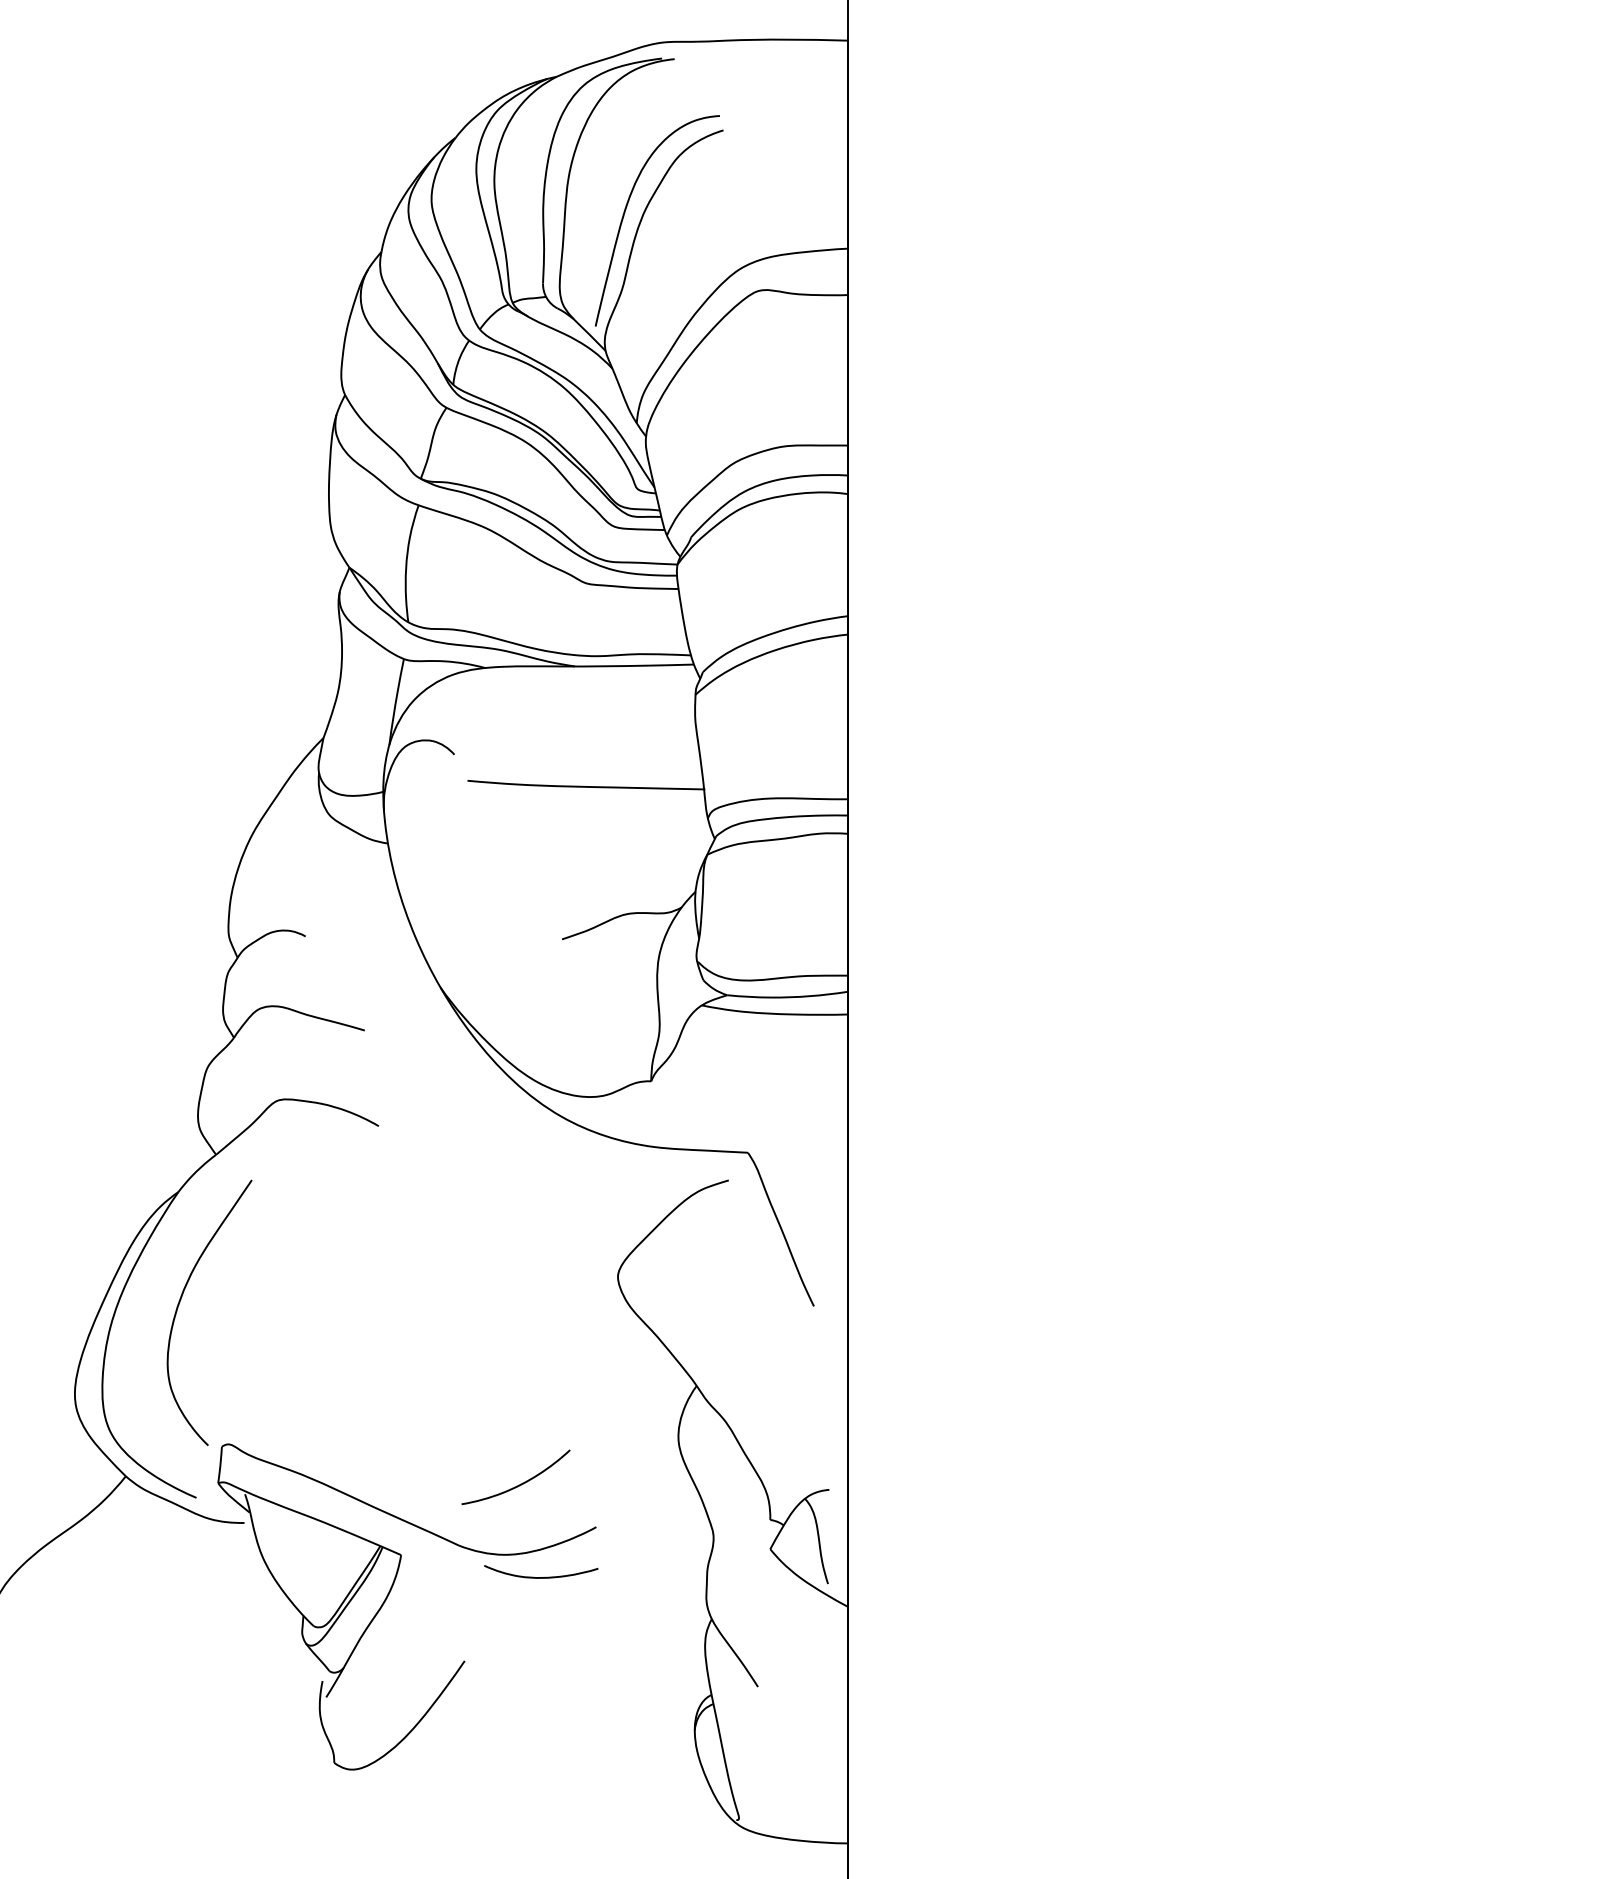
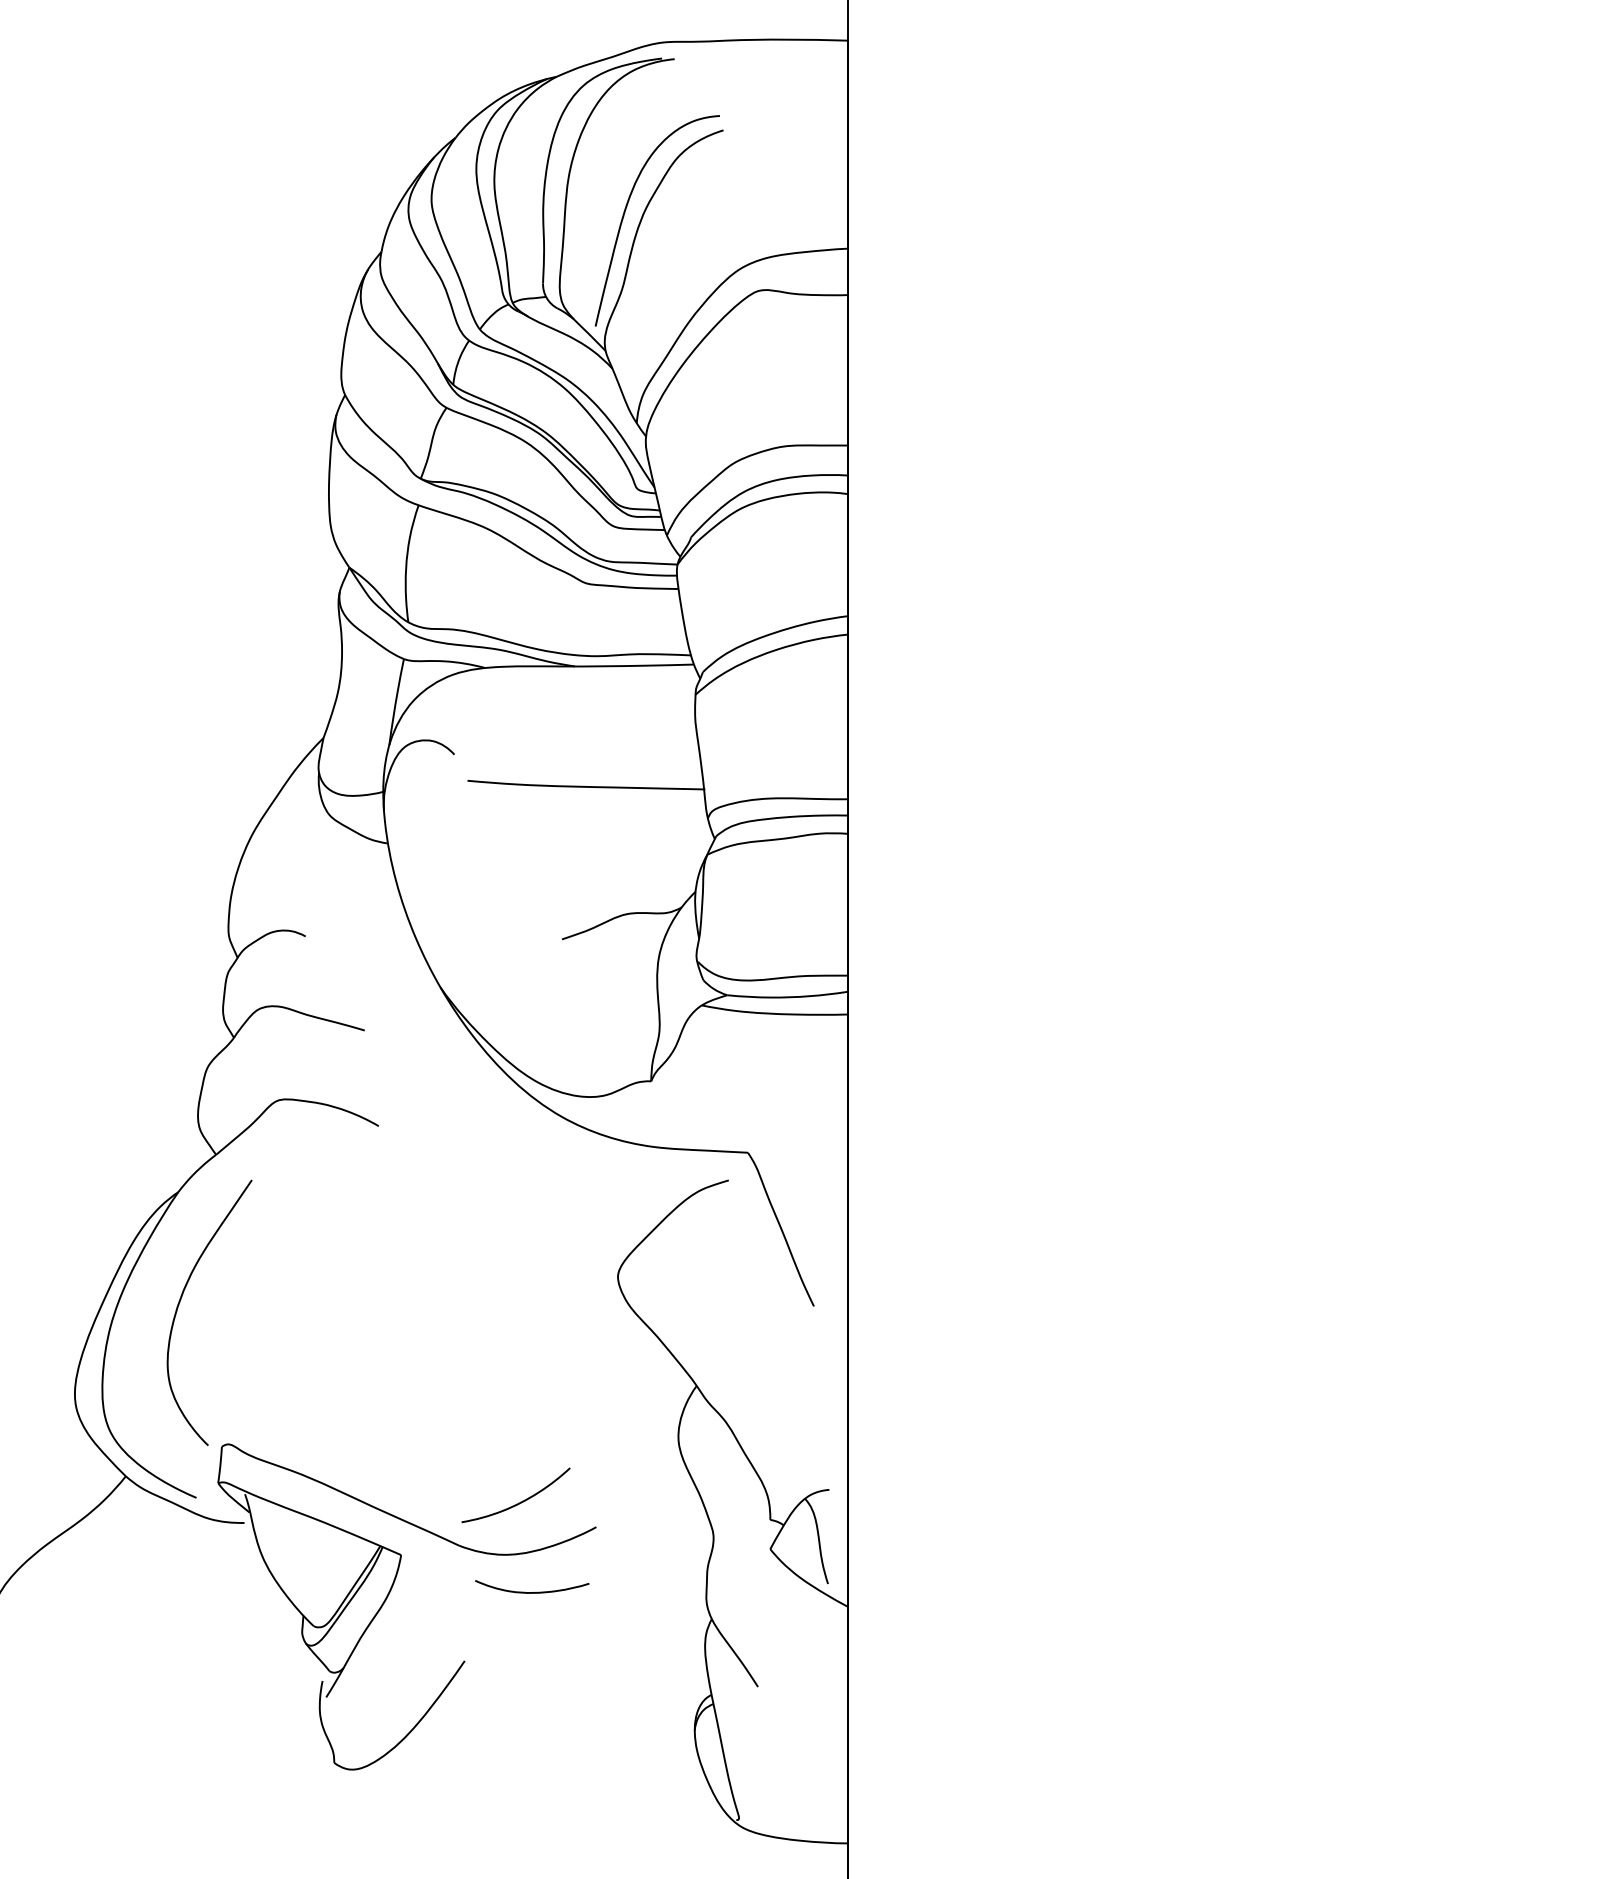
curve at (518, 1484) position: (518, 1484) -> (518, 1502)
curve at (541, 1577) position: (541, 1577) -> (532, 1592)
